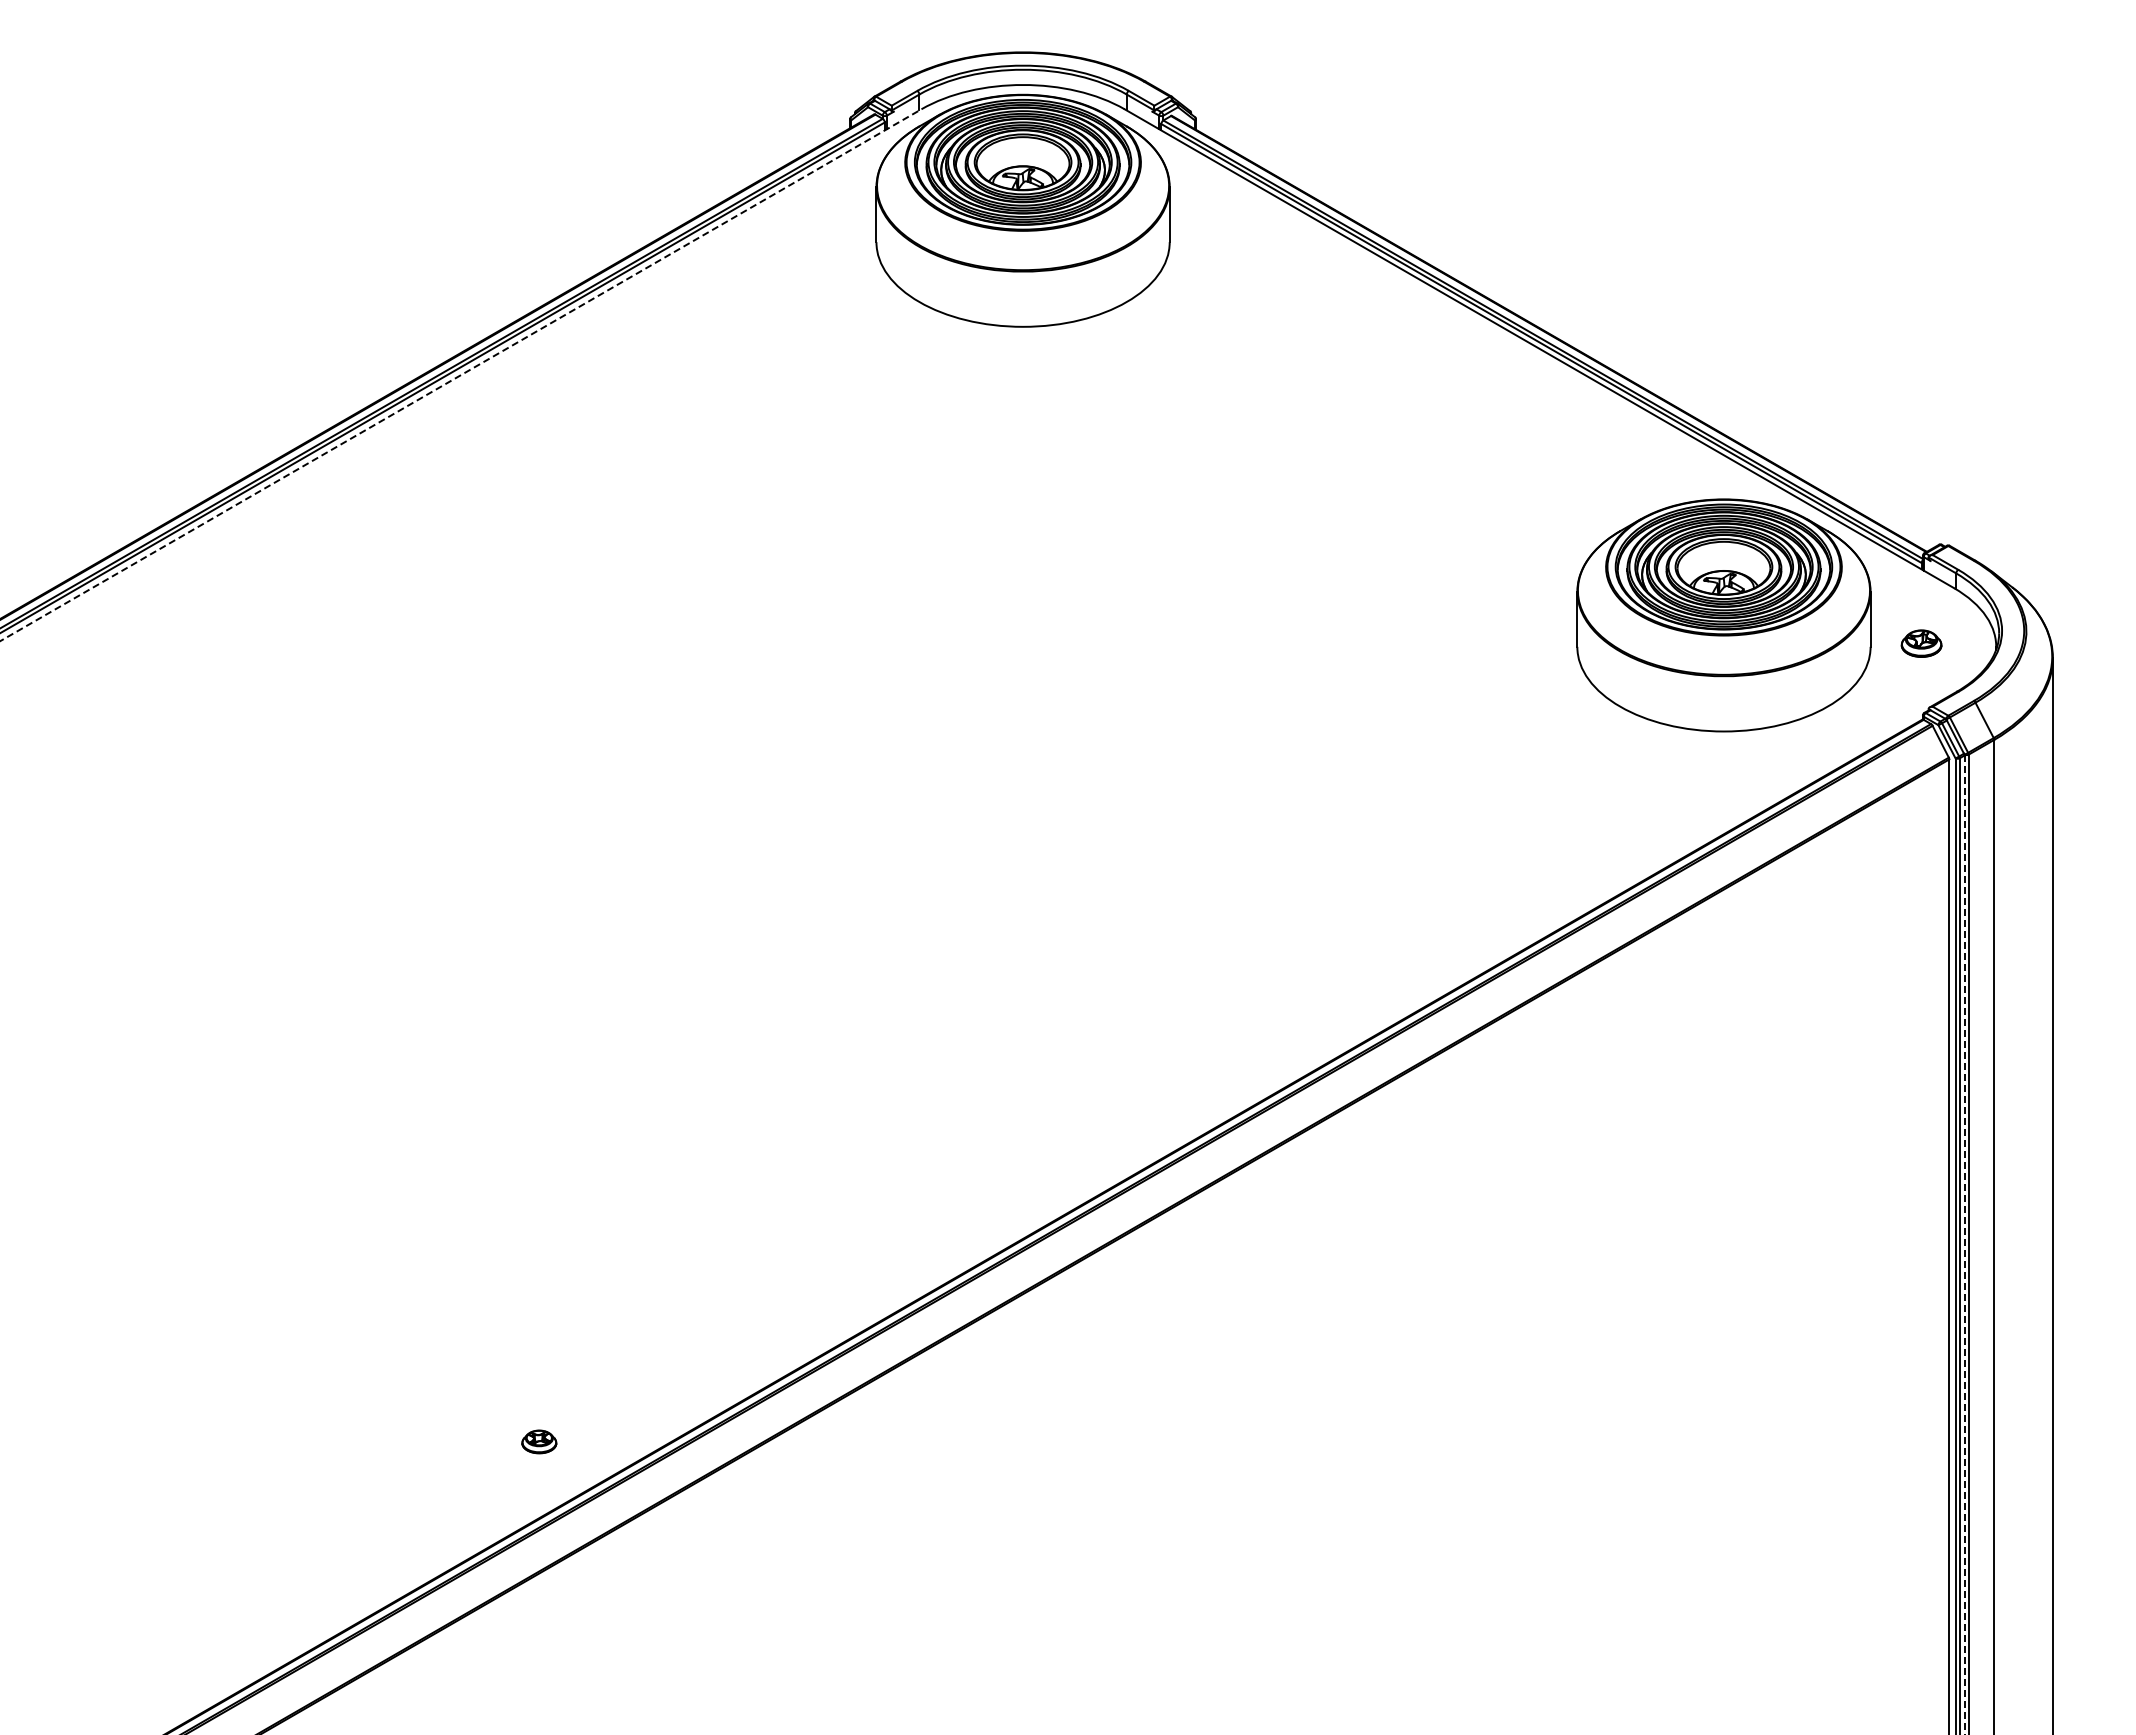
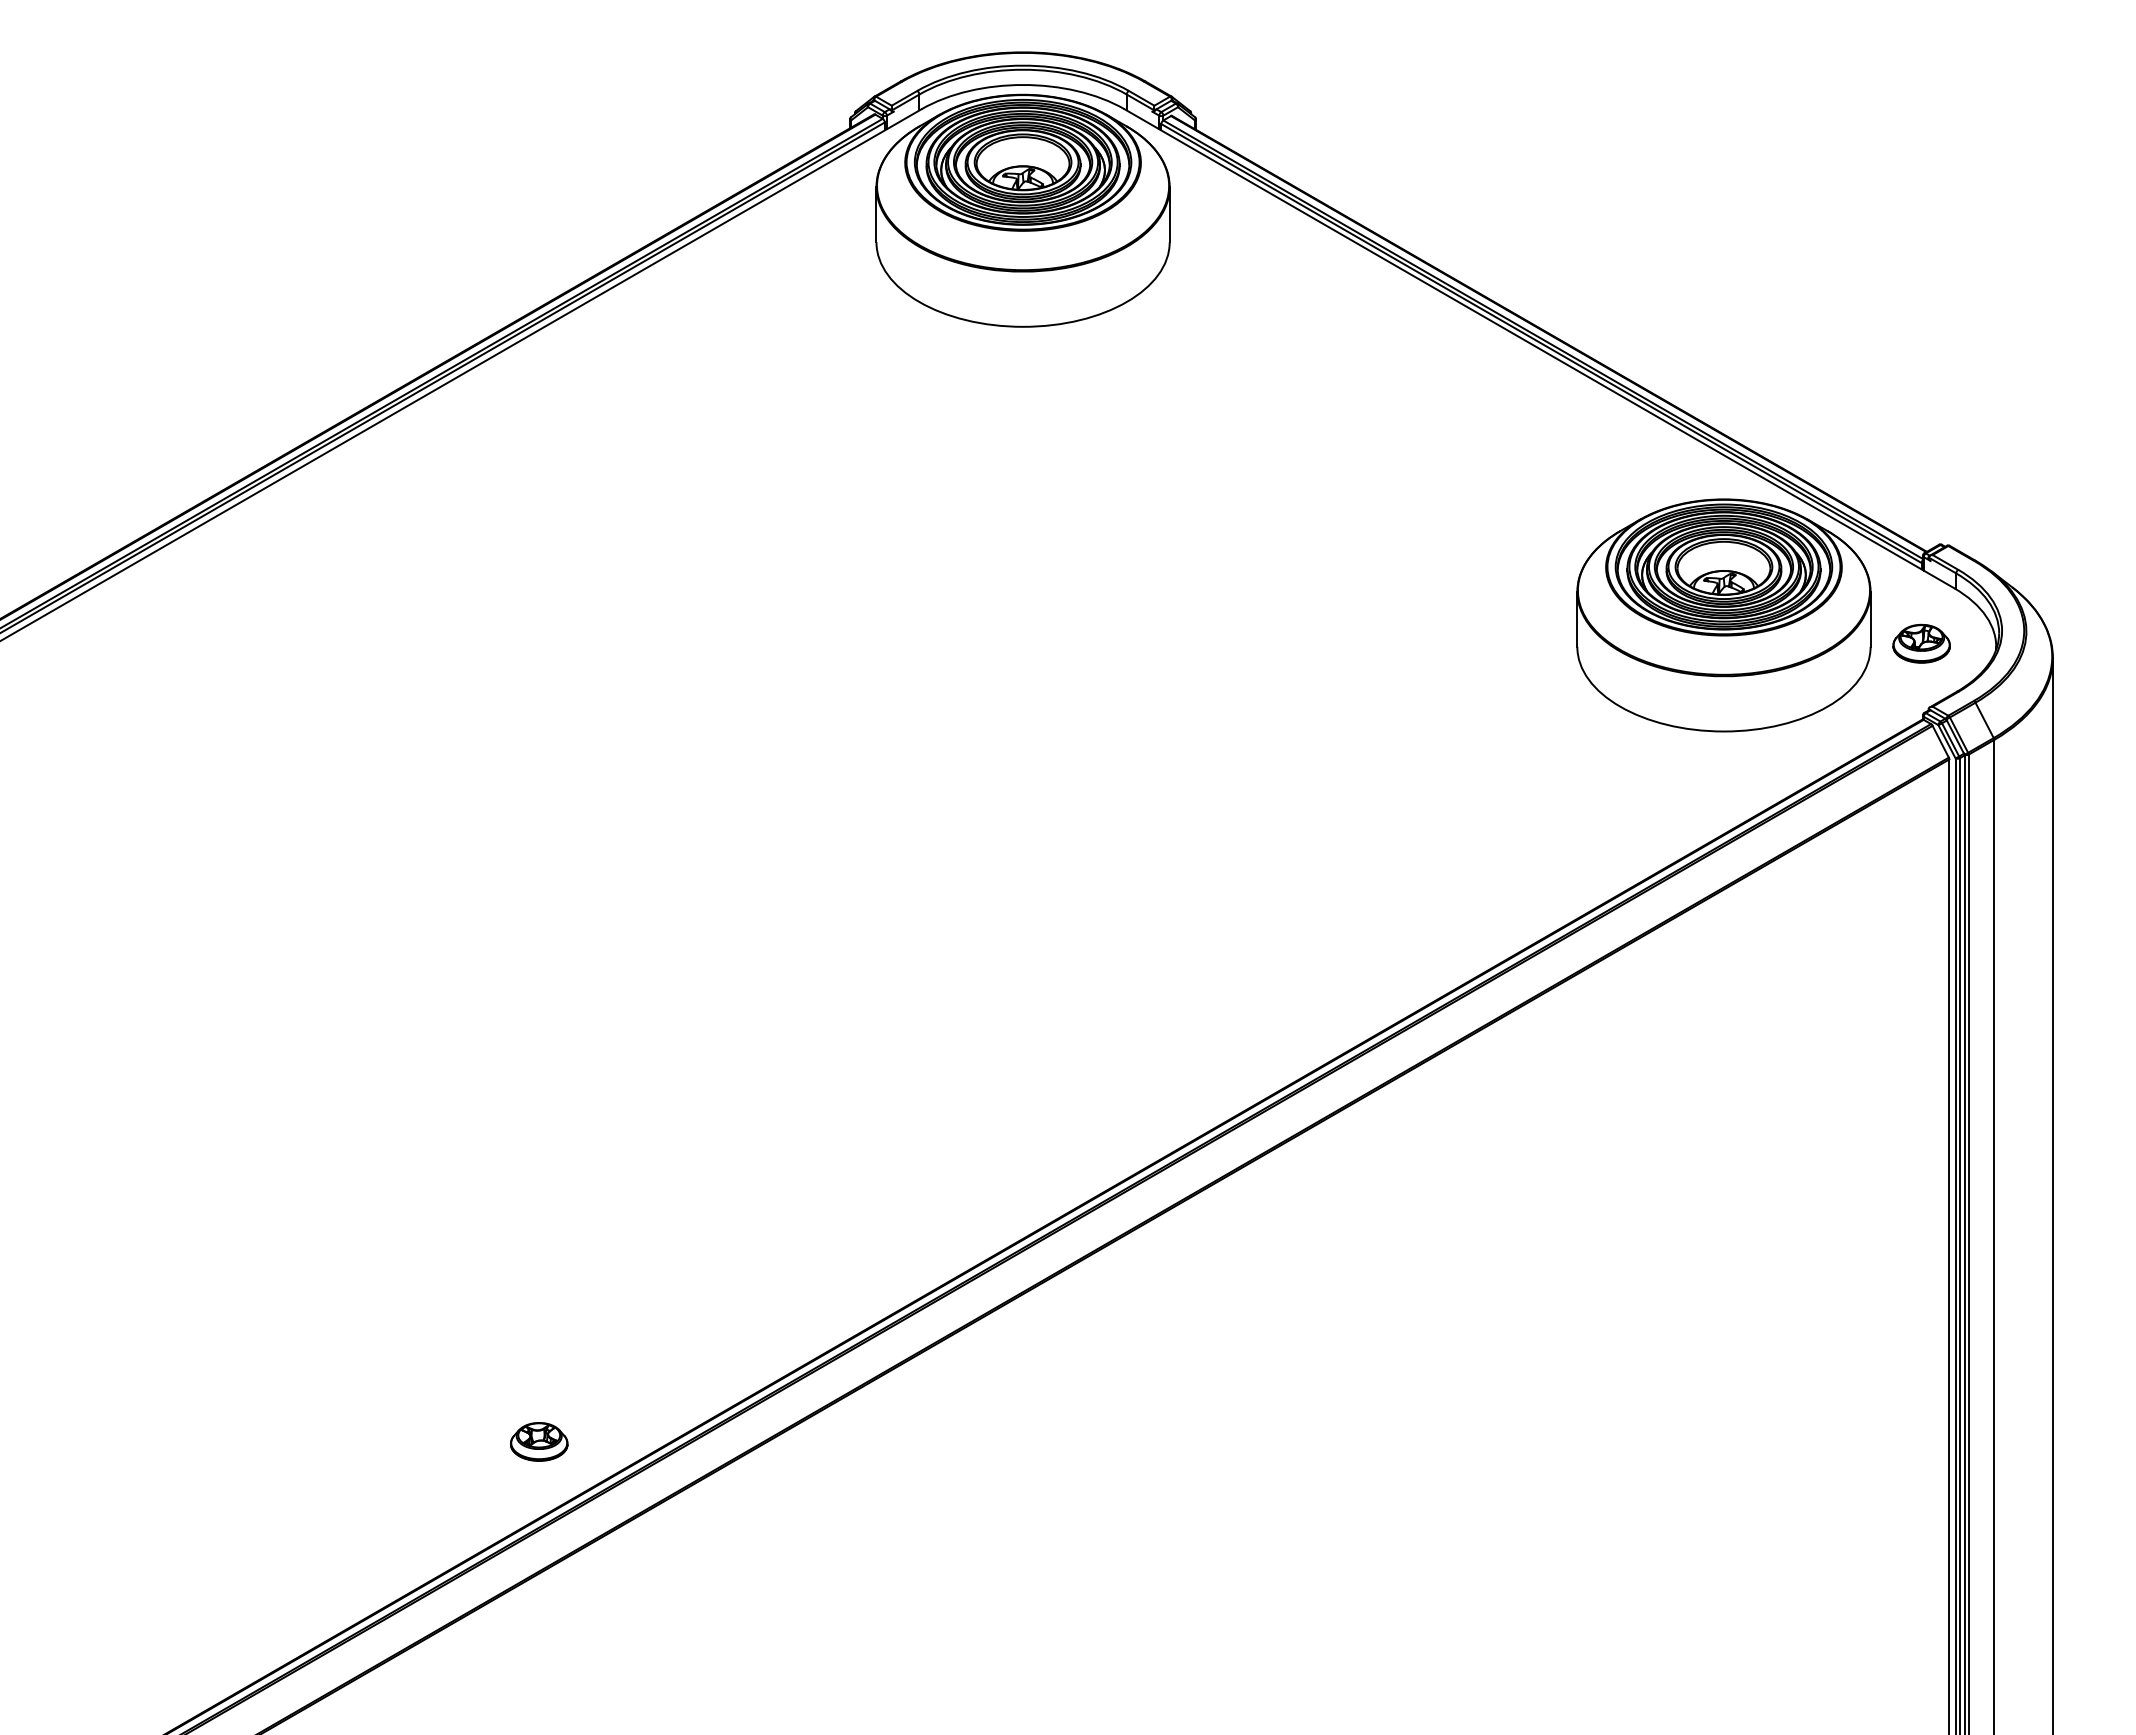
line at (460, 375): dashed -> solid
part at (1921, 643) size: 43x29 px -> 59x41 px
line at (1964, 1244): dashed -> solid
part at (539, 1441) size: 37x26 px -> 59x40 px
